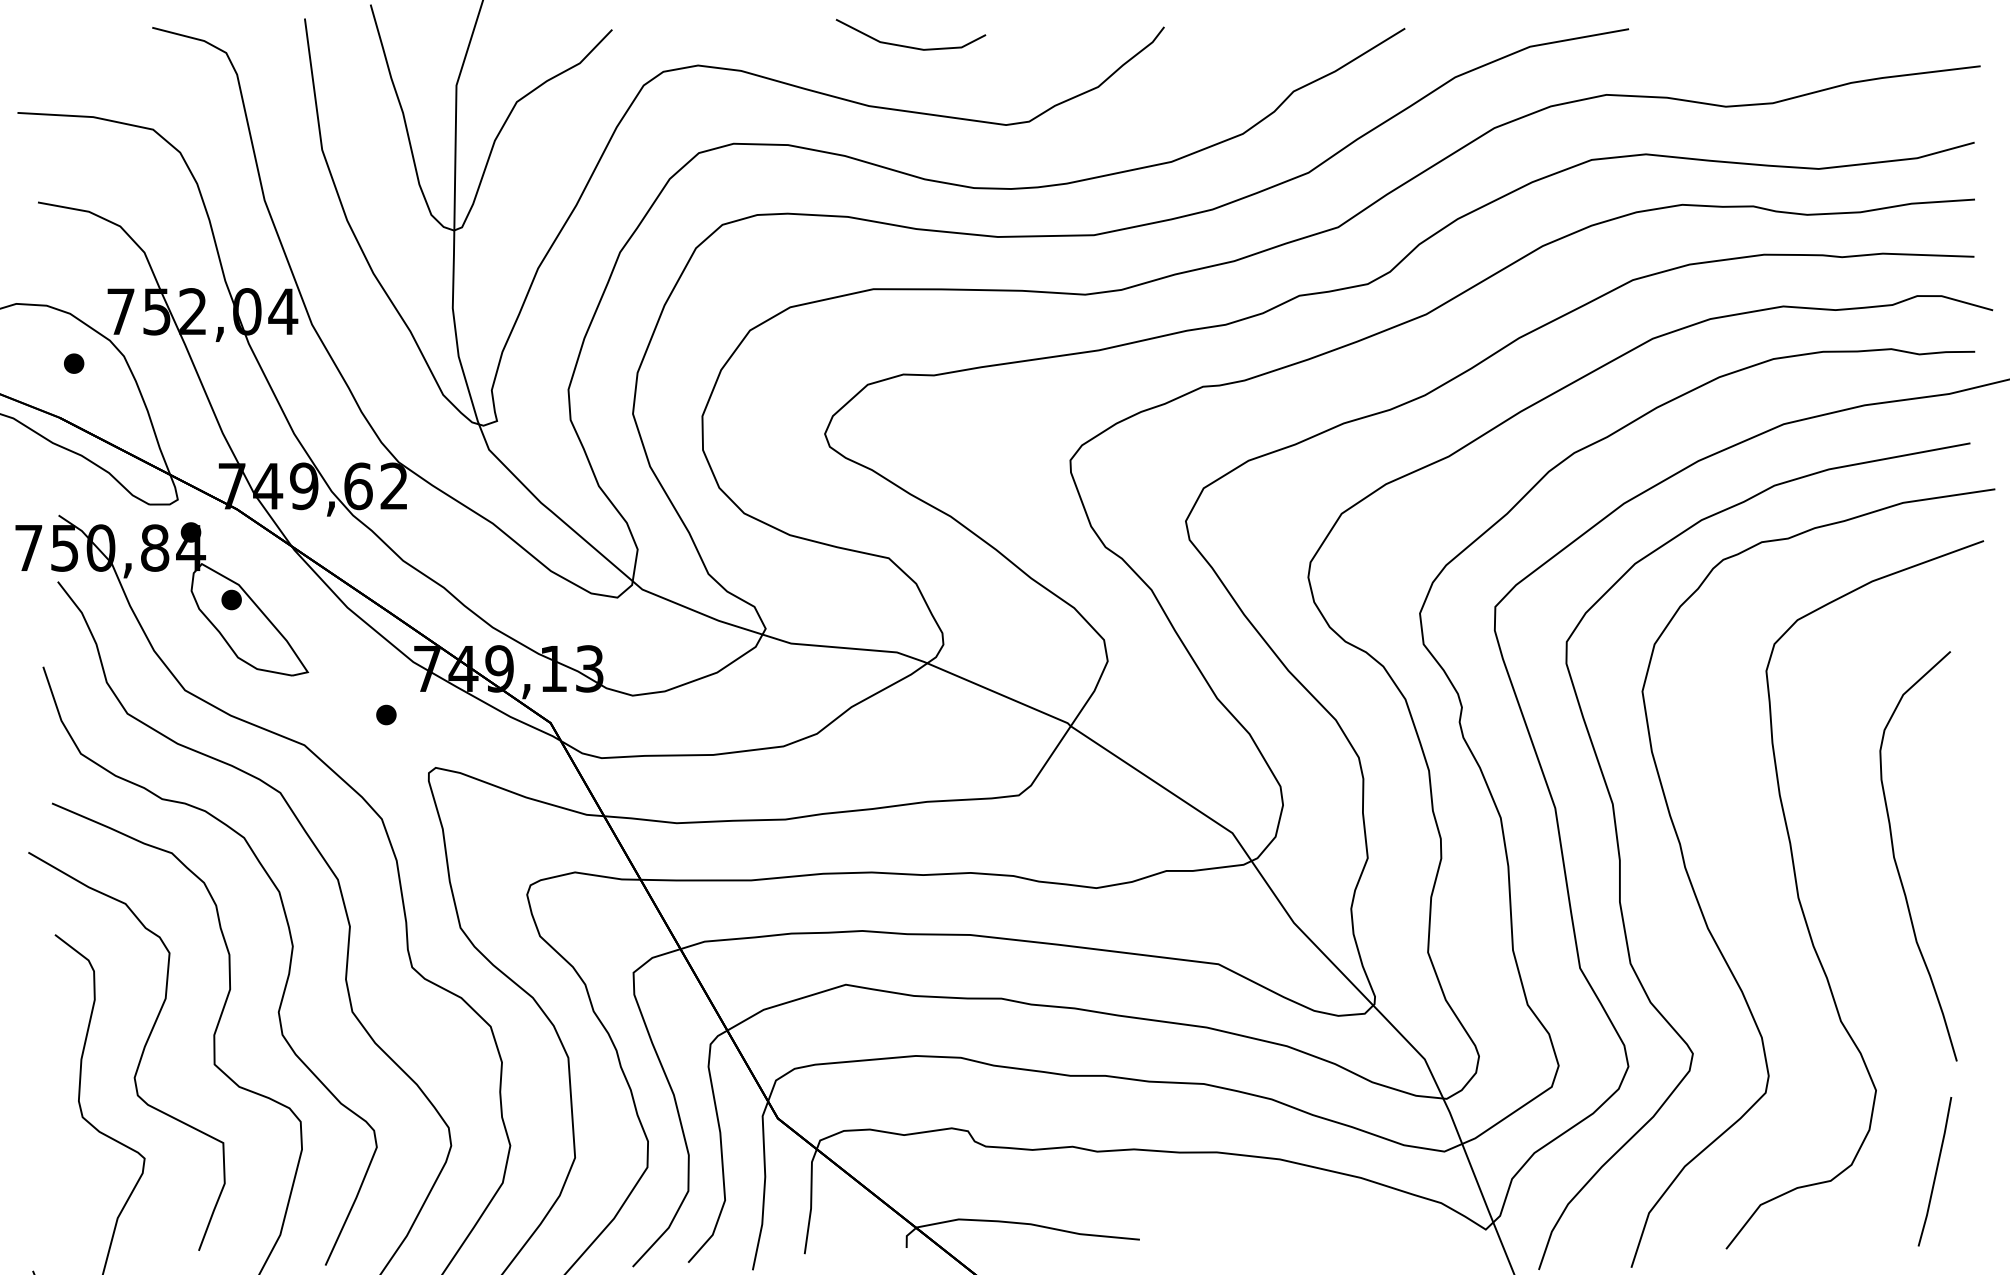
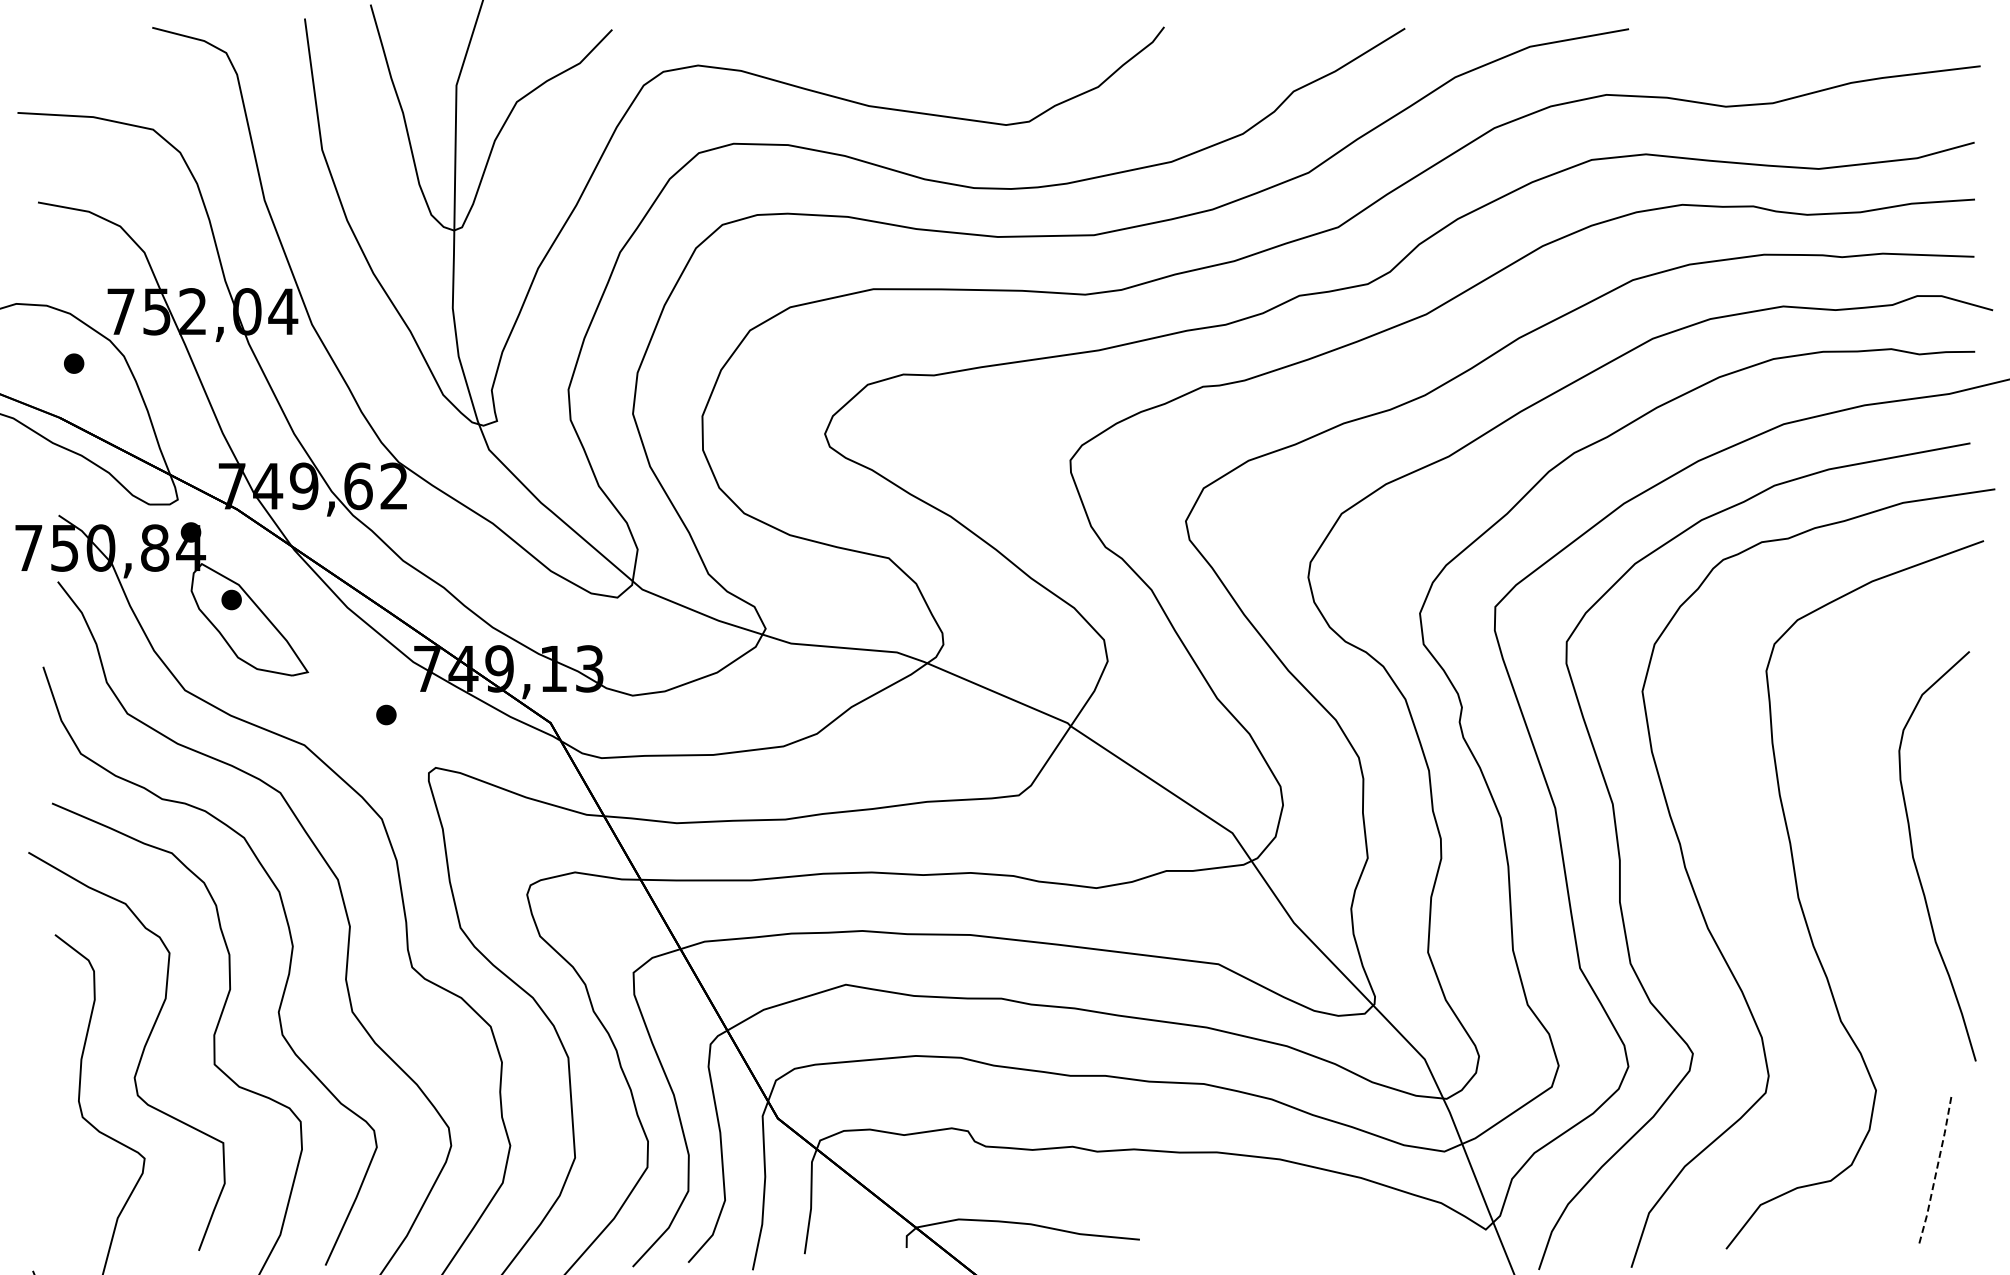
line at (906, 45): present -> none
curve at (1897, 864) position: (1897, 864) -> (1916, 864)
line at (1936, 1172): solid -> dashed
